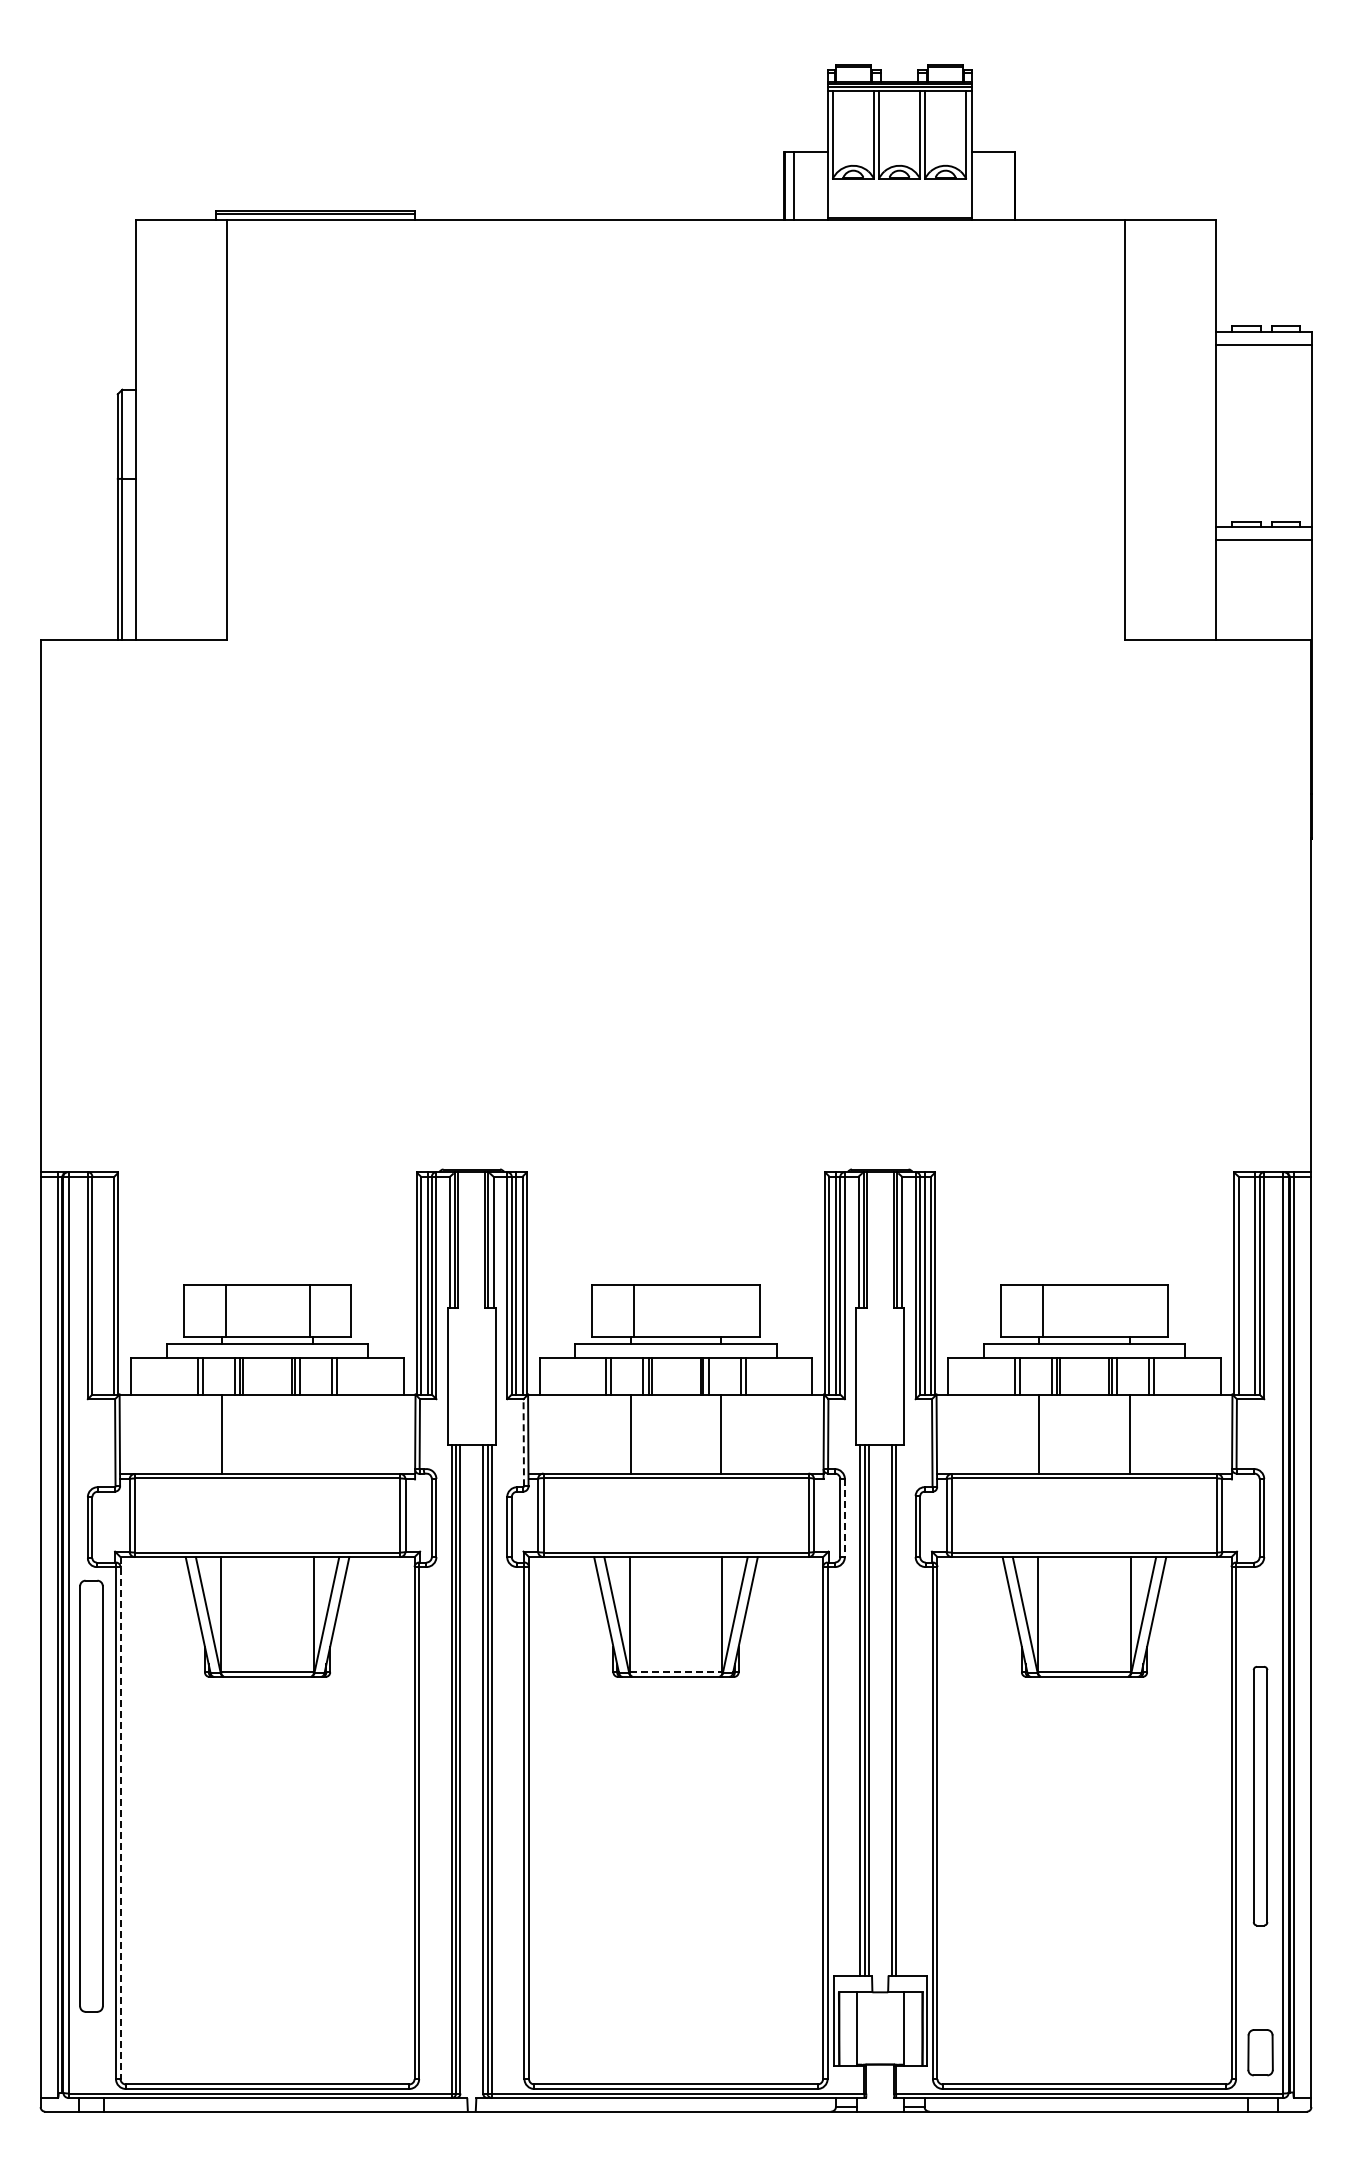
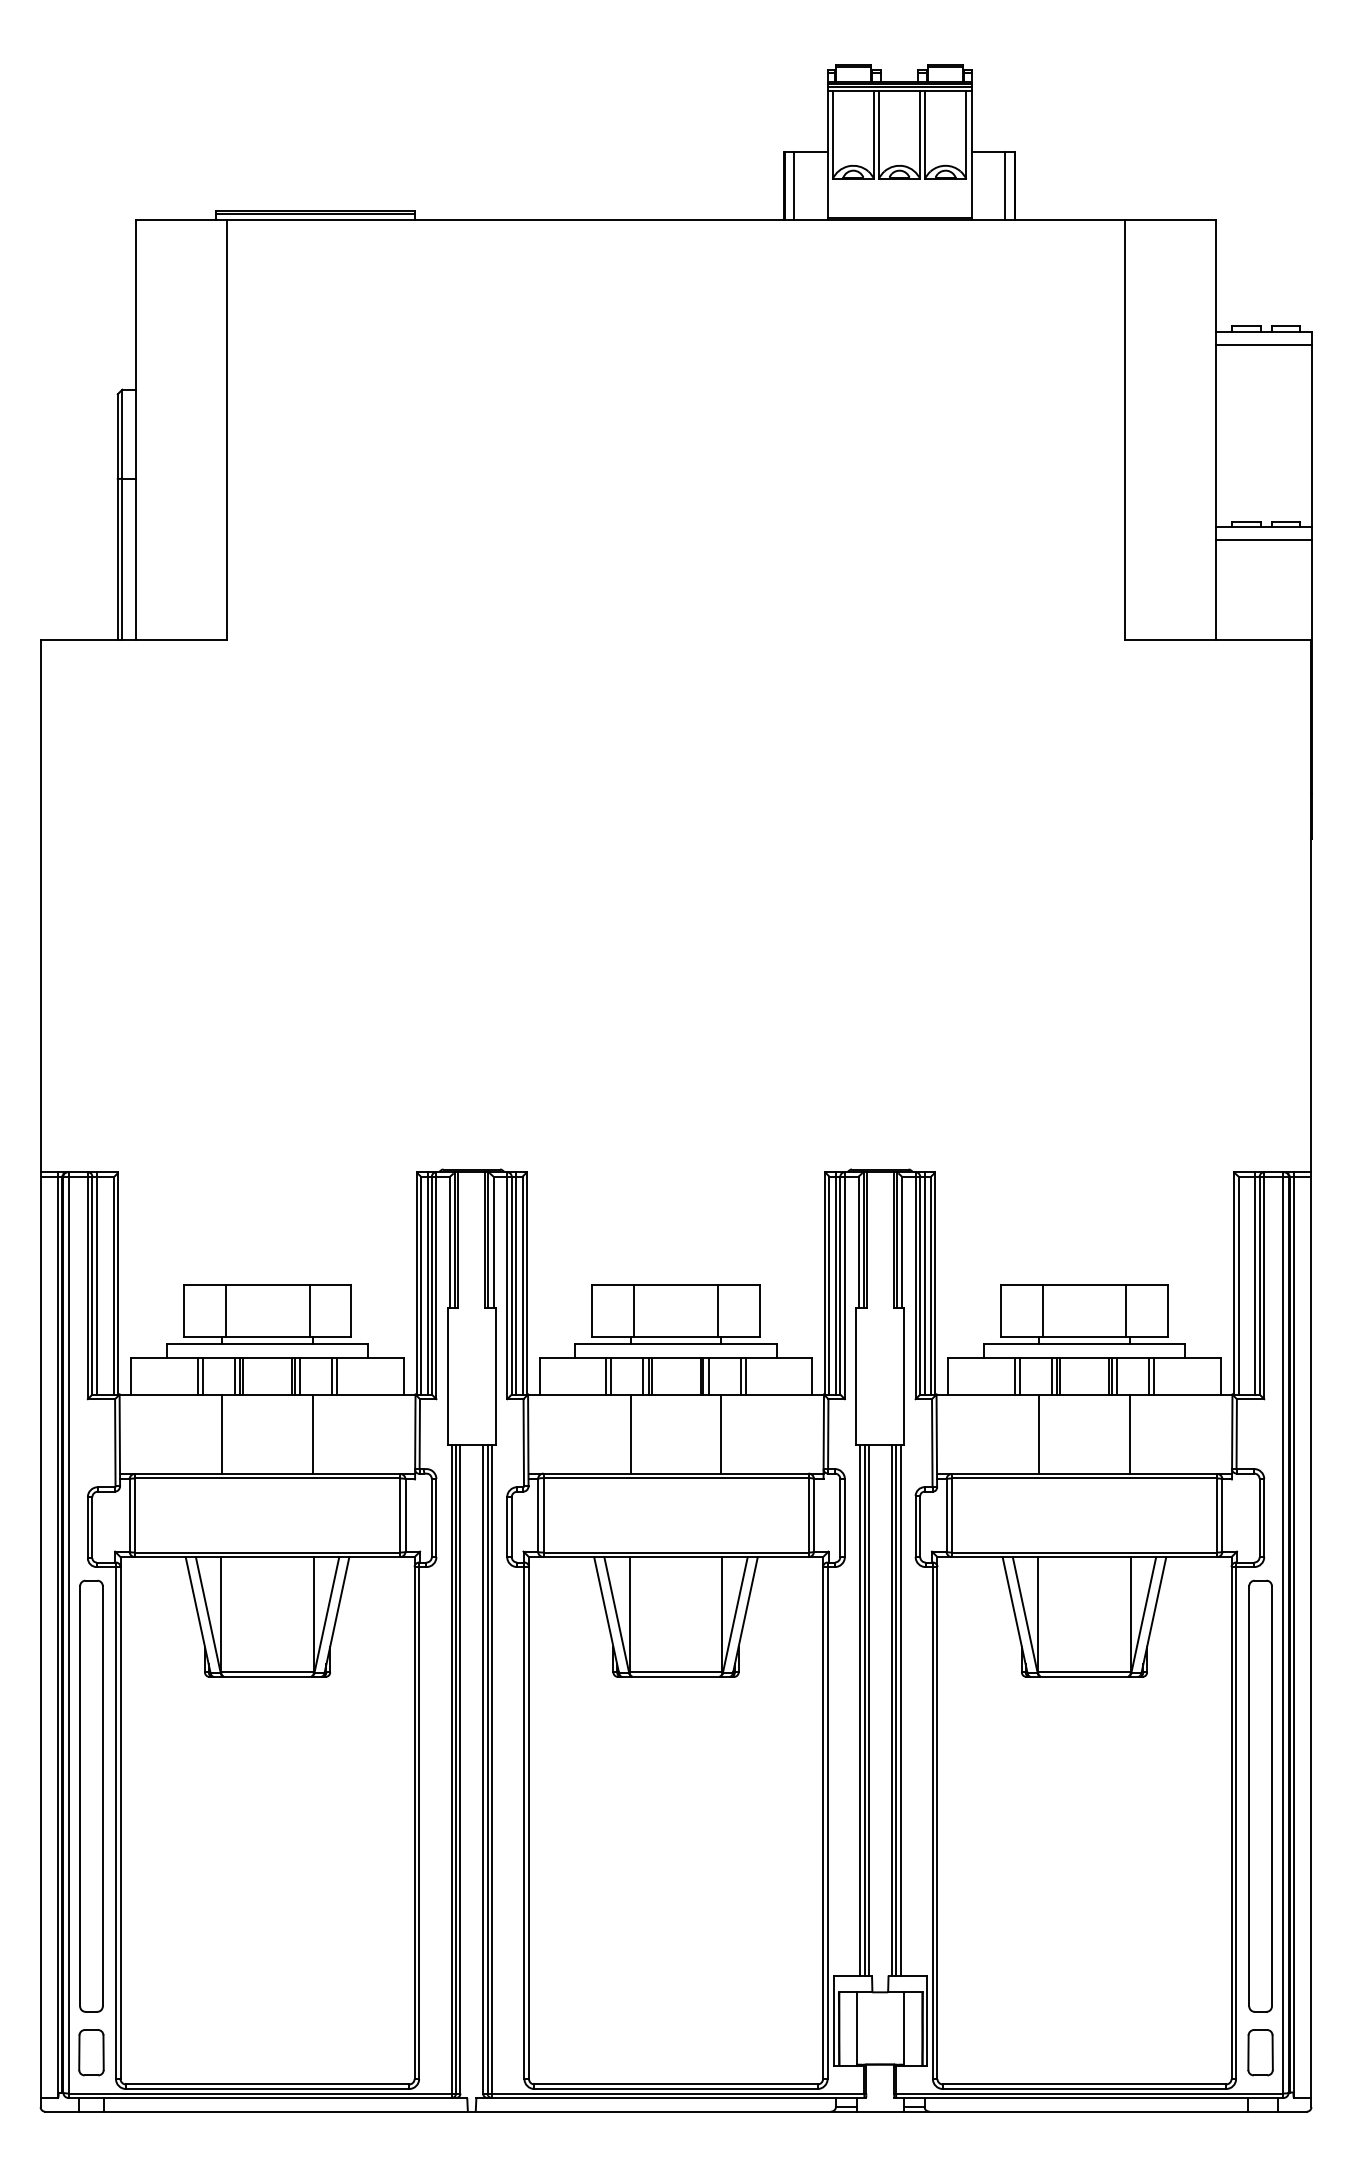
line at (1005, 185): none -> present
line at (96, 1283): none -> present
line at (717, 1310): none -> present
line at (1126, 1310): none -> present
line at (312, 1433): none -> present
line at (523, 1442): dashed -> solid
line at (844, 1518): dashed -> solid
line at (676, 1672): dashed -> solid
line at (900, 1709): none -> present
part at (1260, 1796) size: 17x261 px -> 25x434 px
line at (120, 1818): dashed -> solid
part at (91, 2052): none -> present
